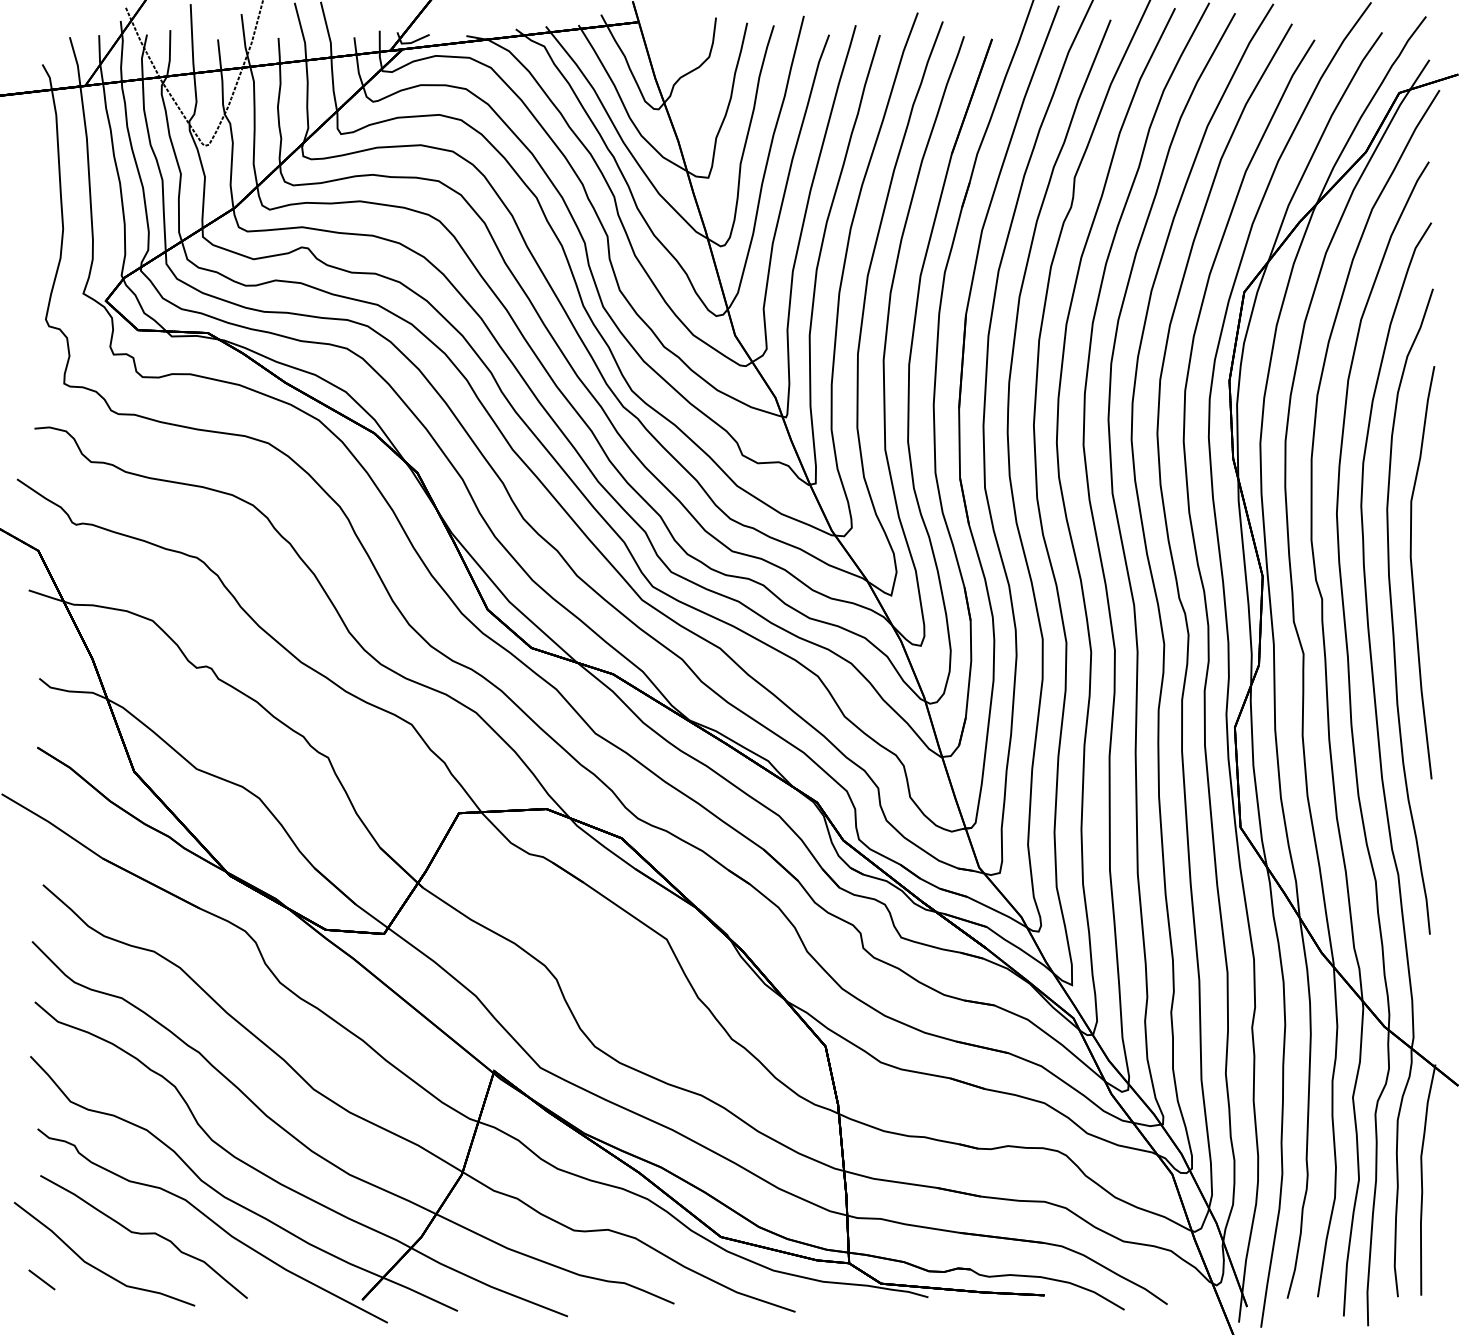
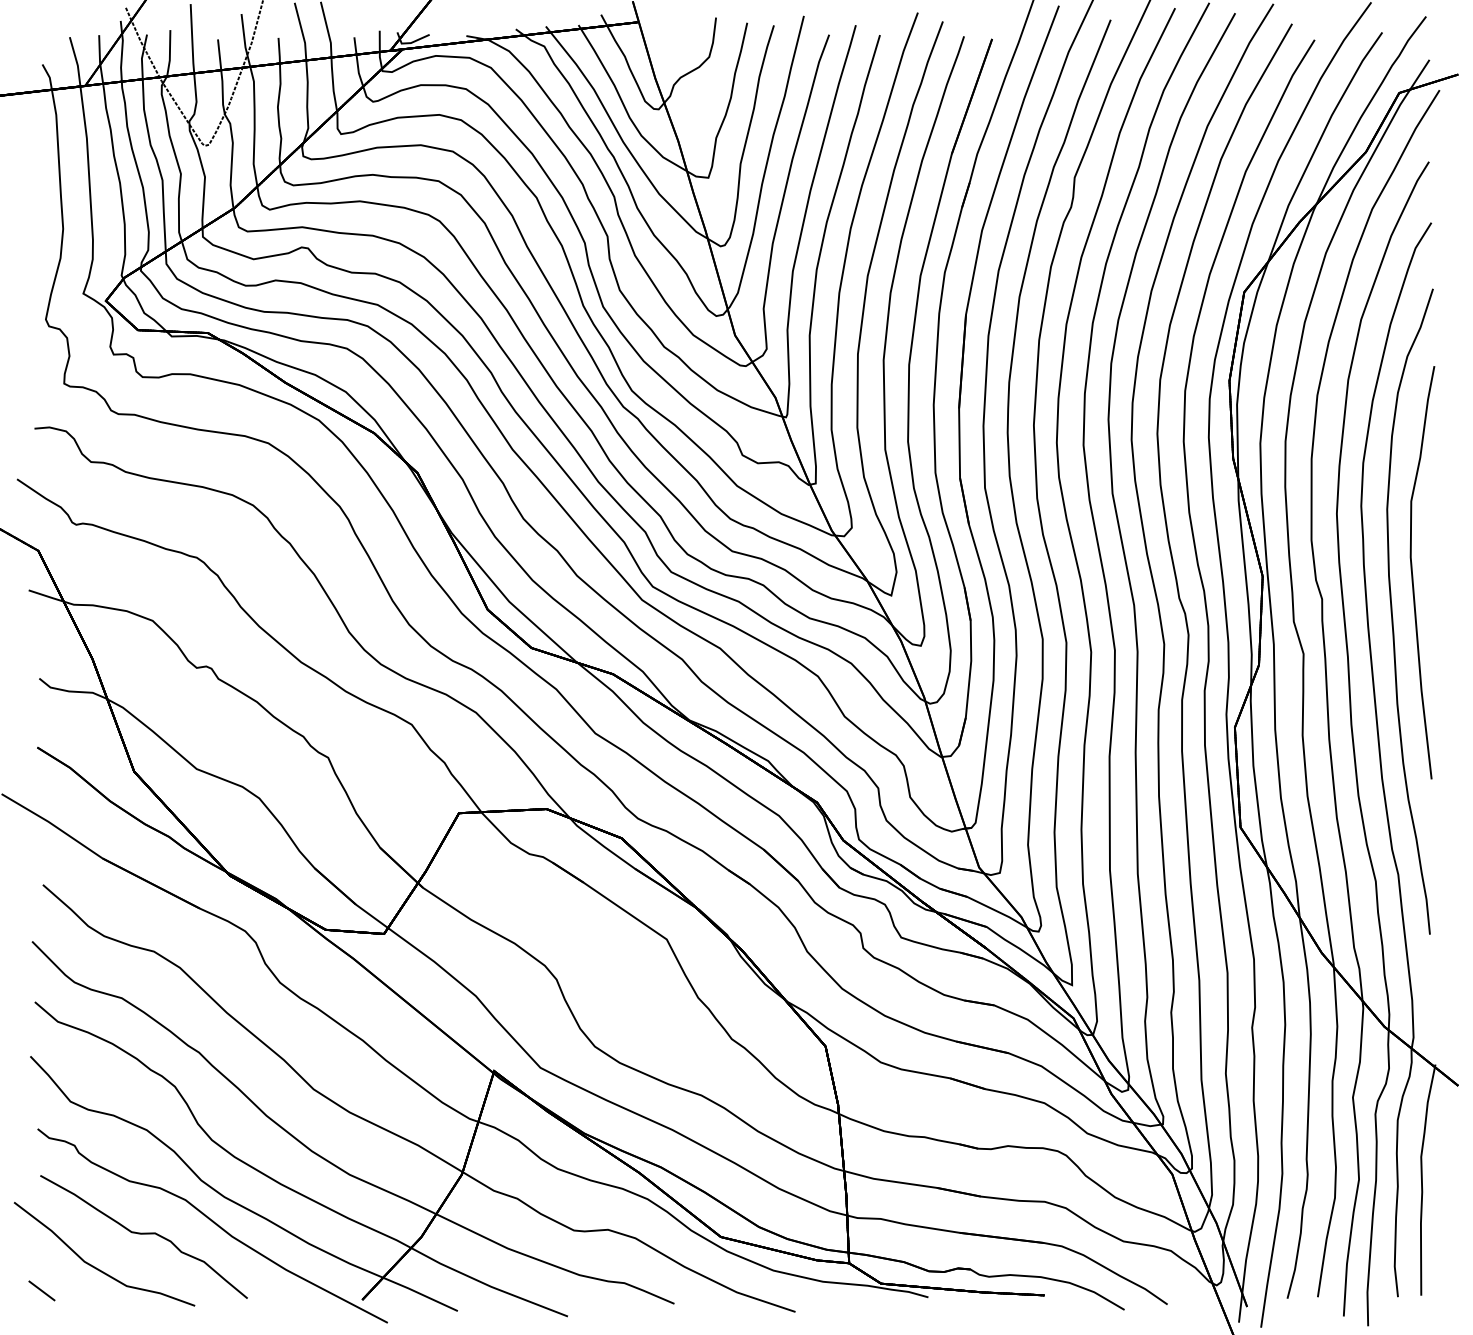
line at (41, 1279) position: (41, 1279) -> (41, 1290)
